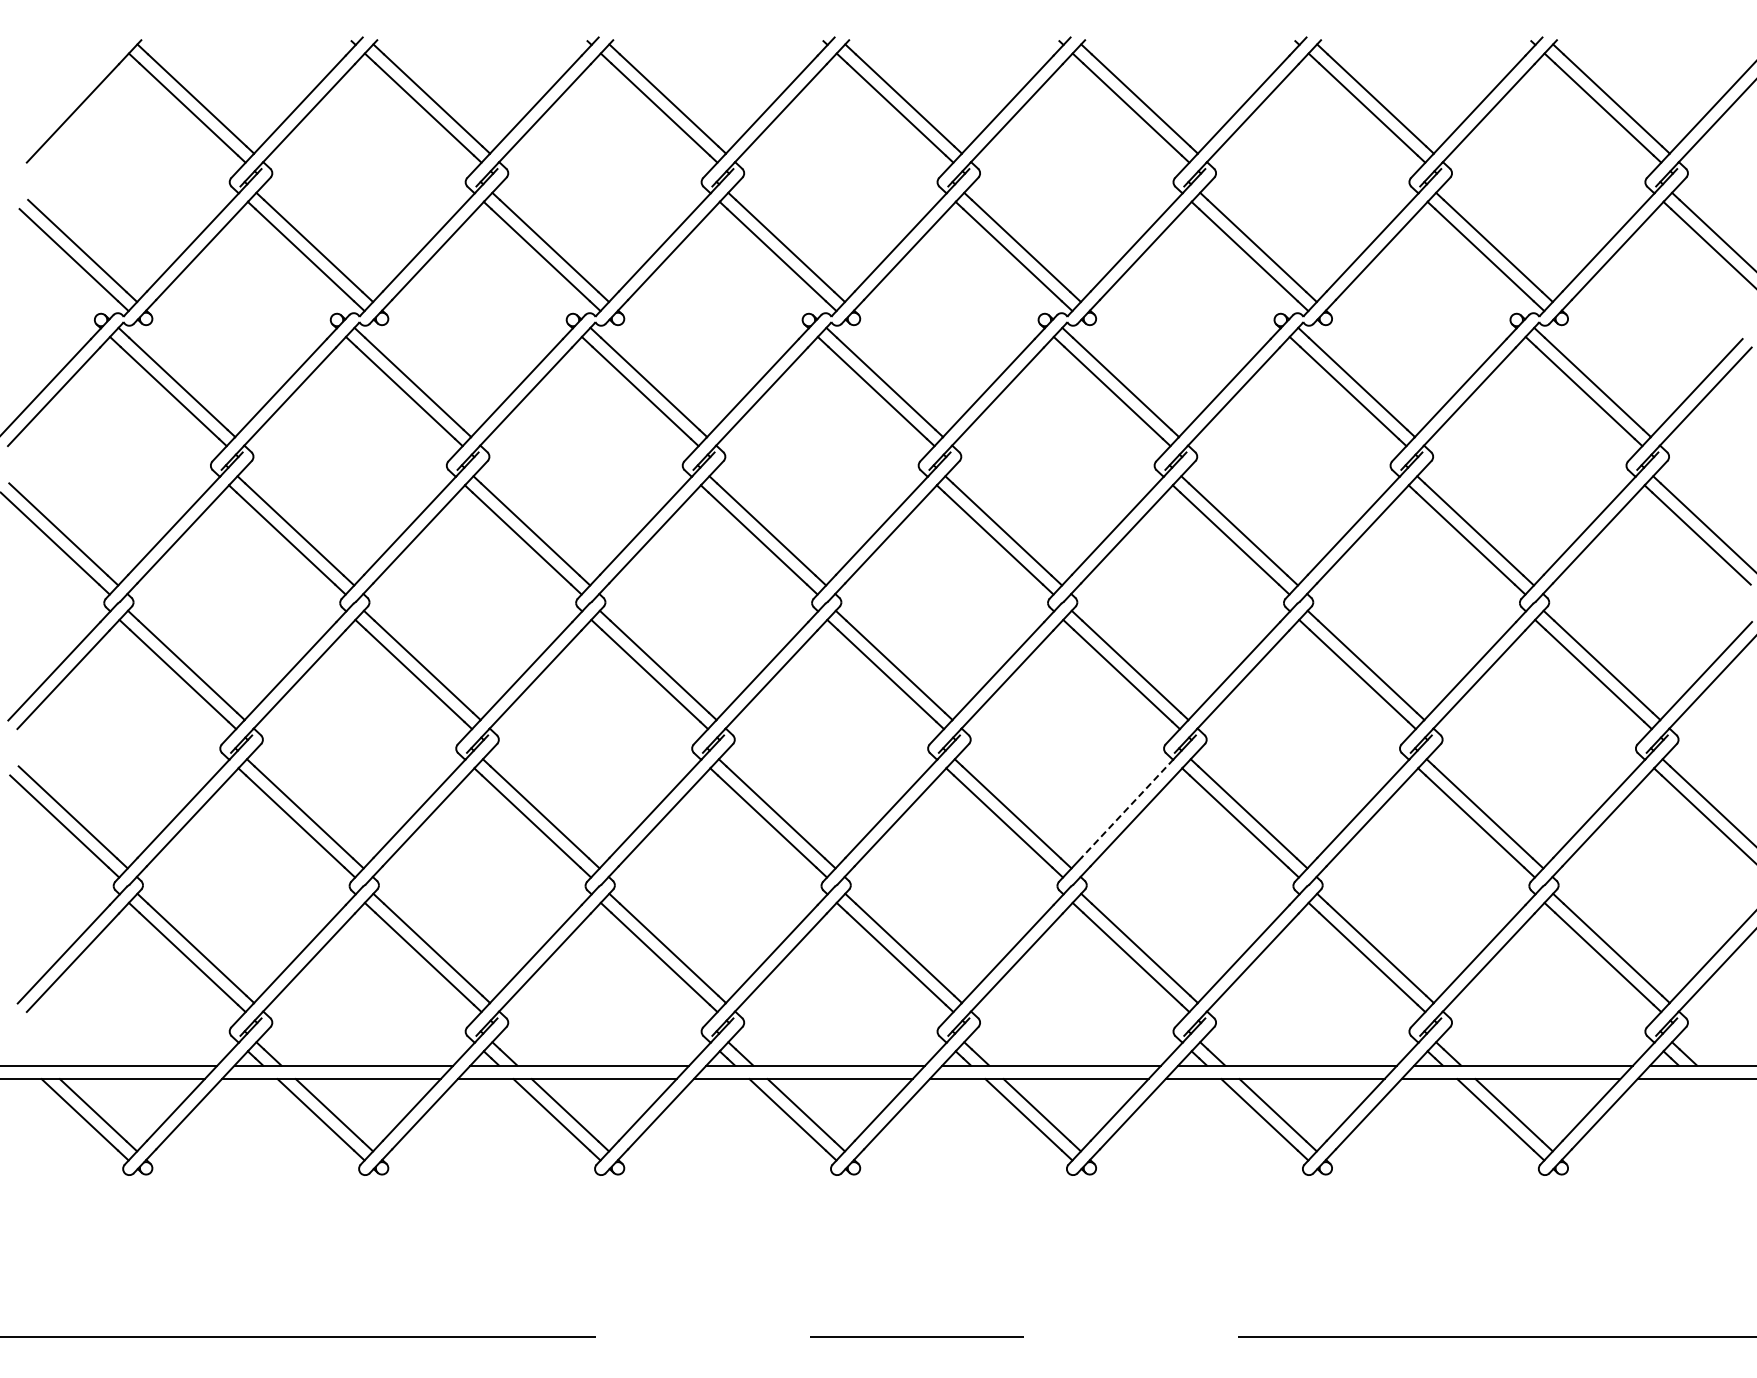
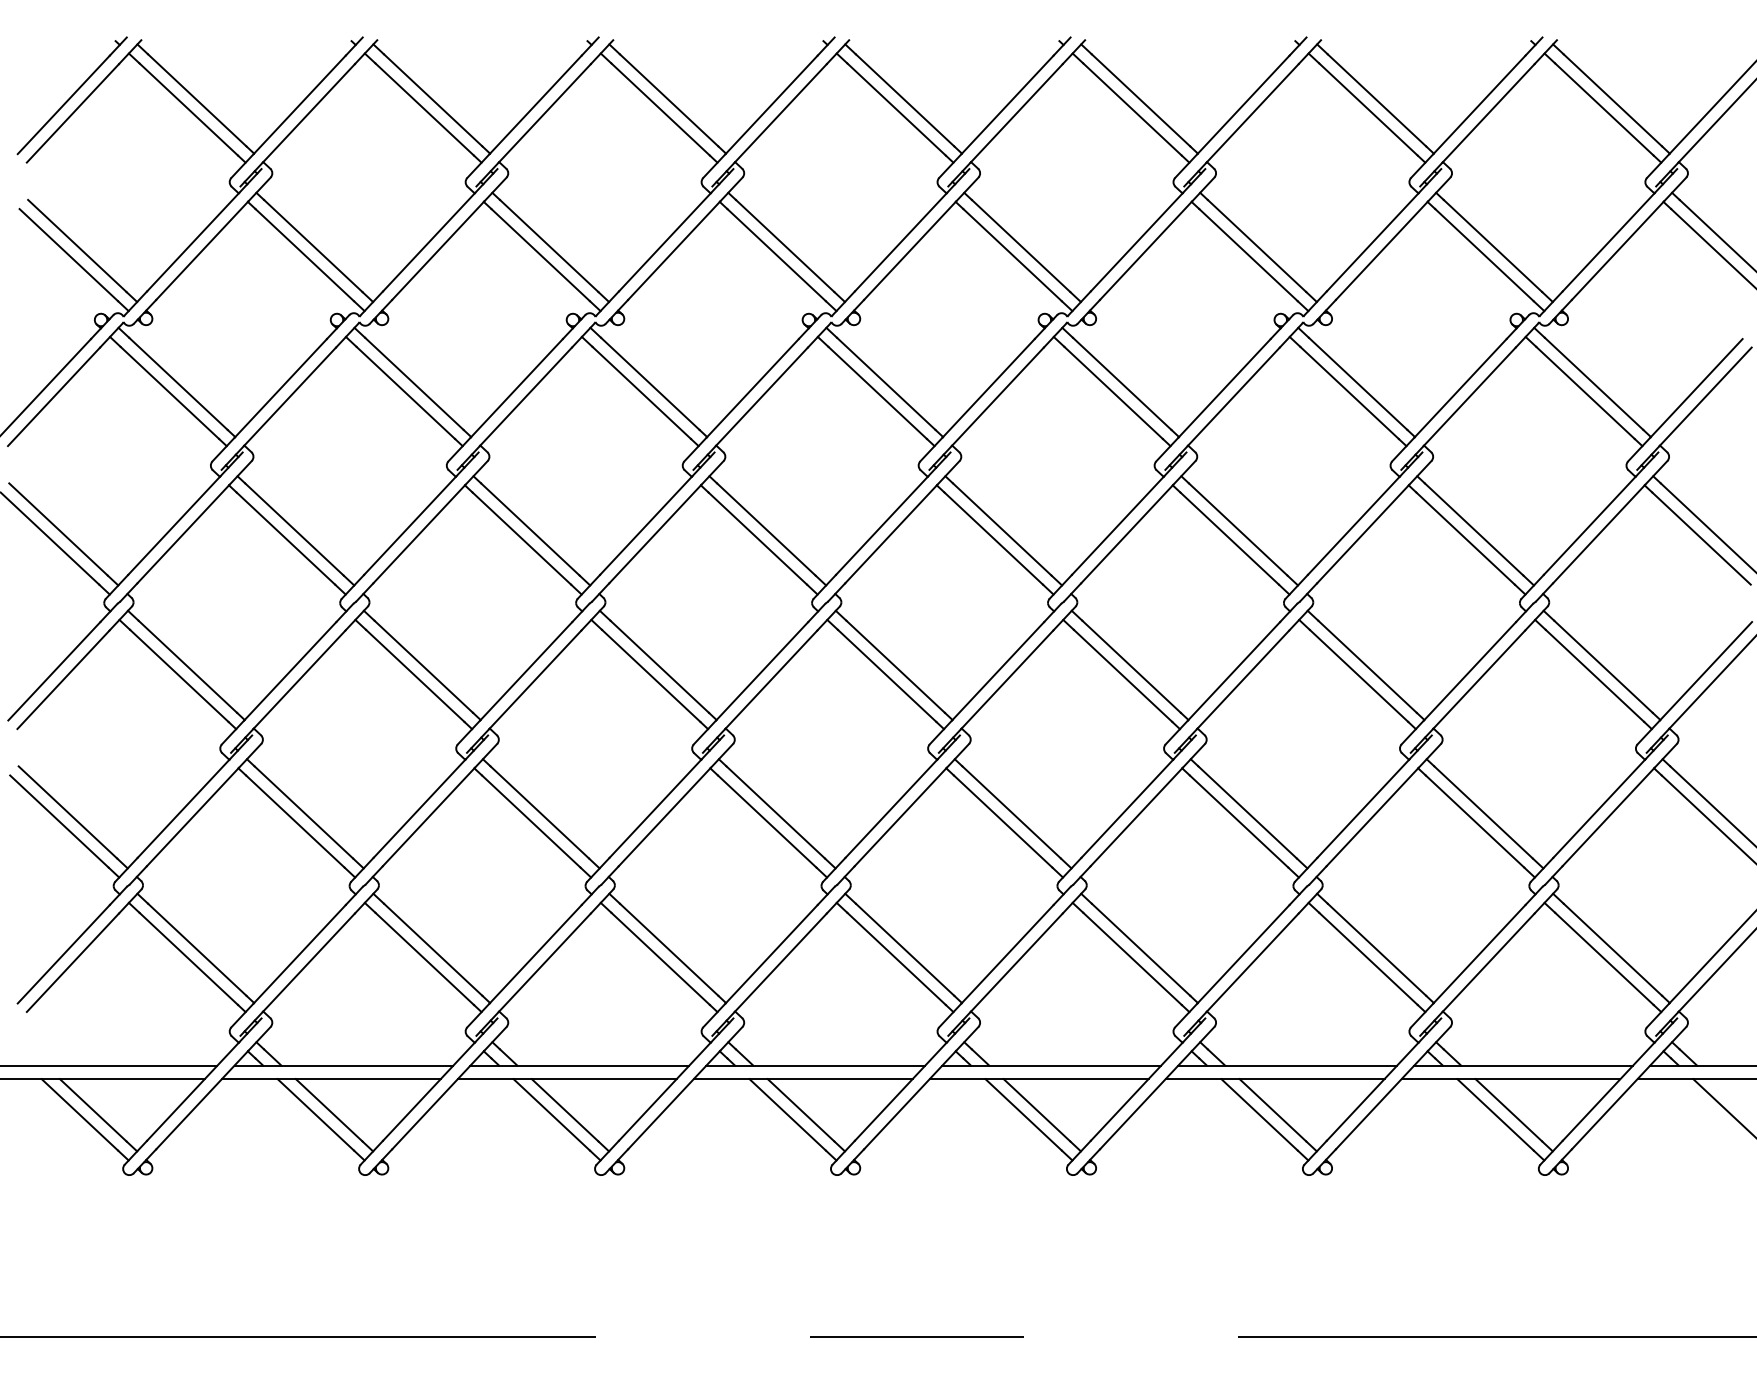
part at (71, 95): none -> present
line at (1127, 808): dashed -> solid
line at (1723, 1107): none -> present
